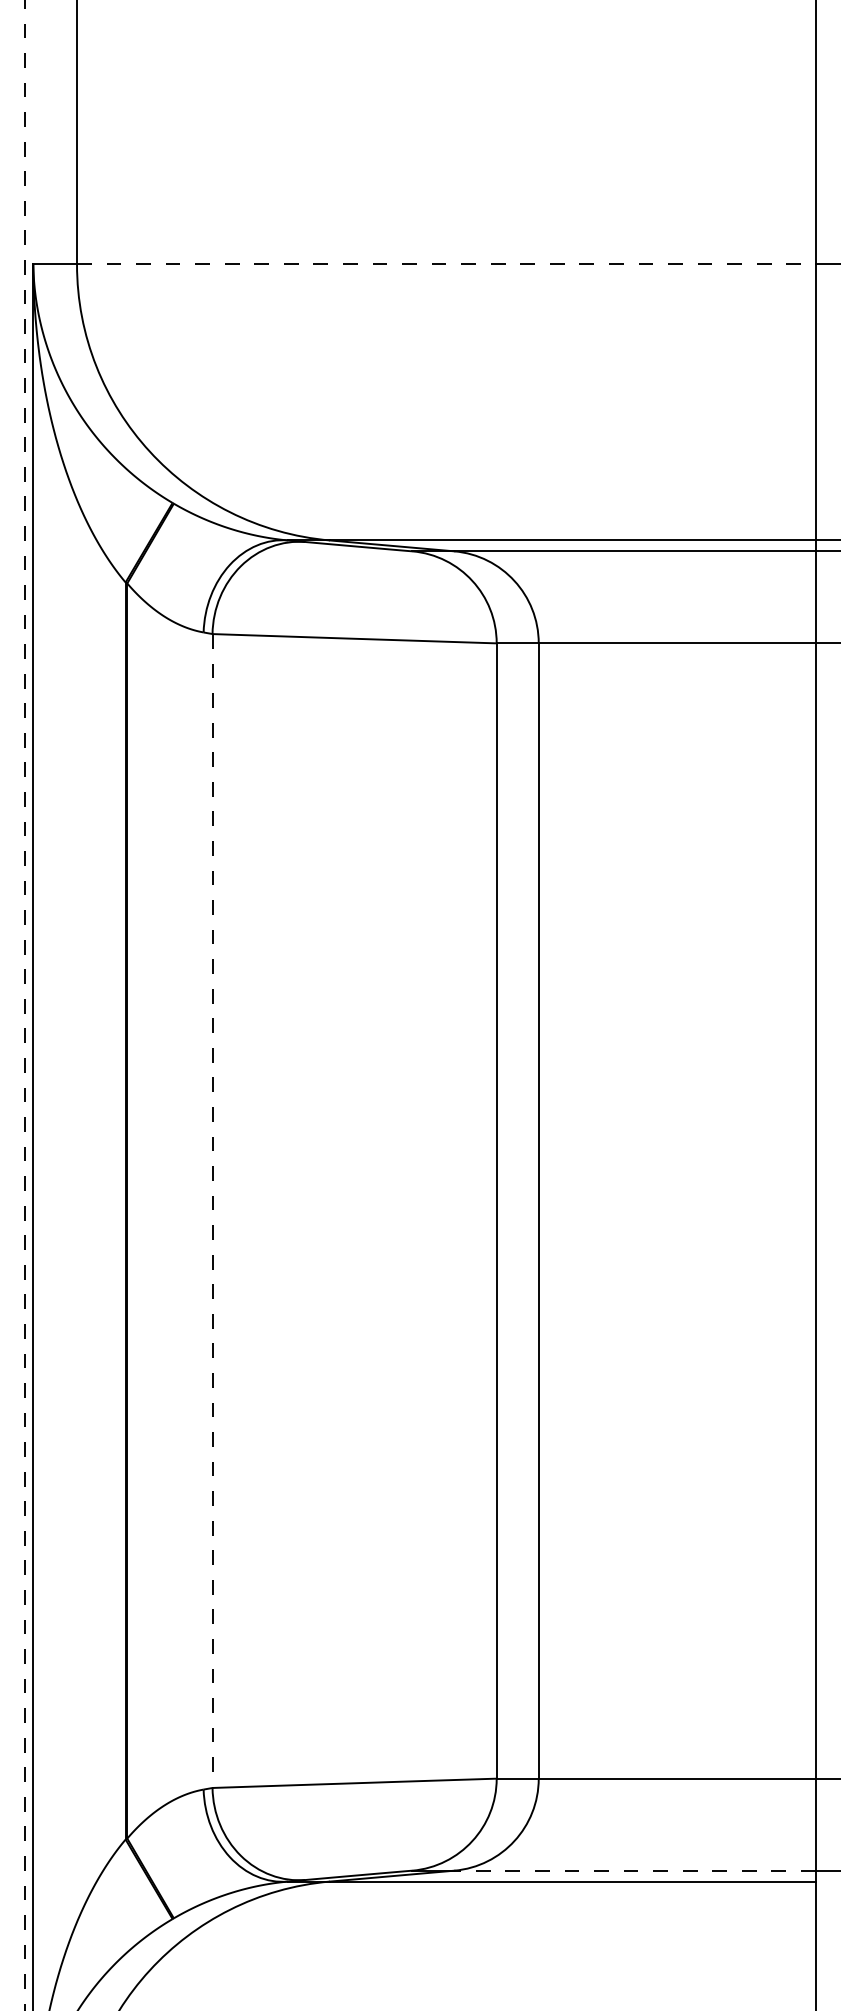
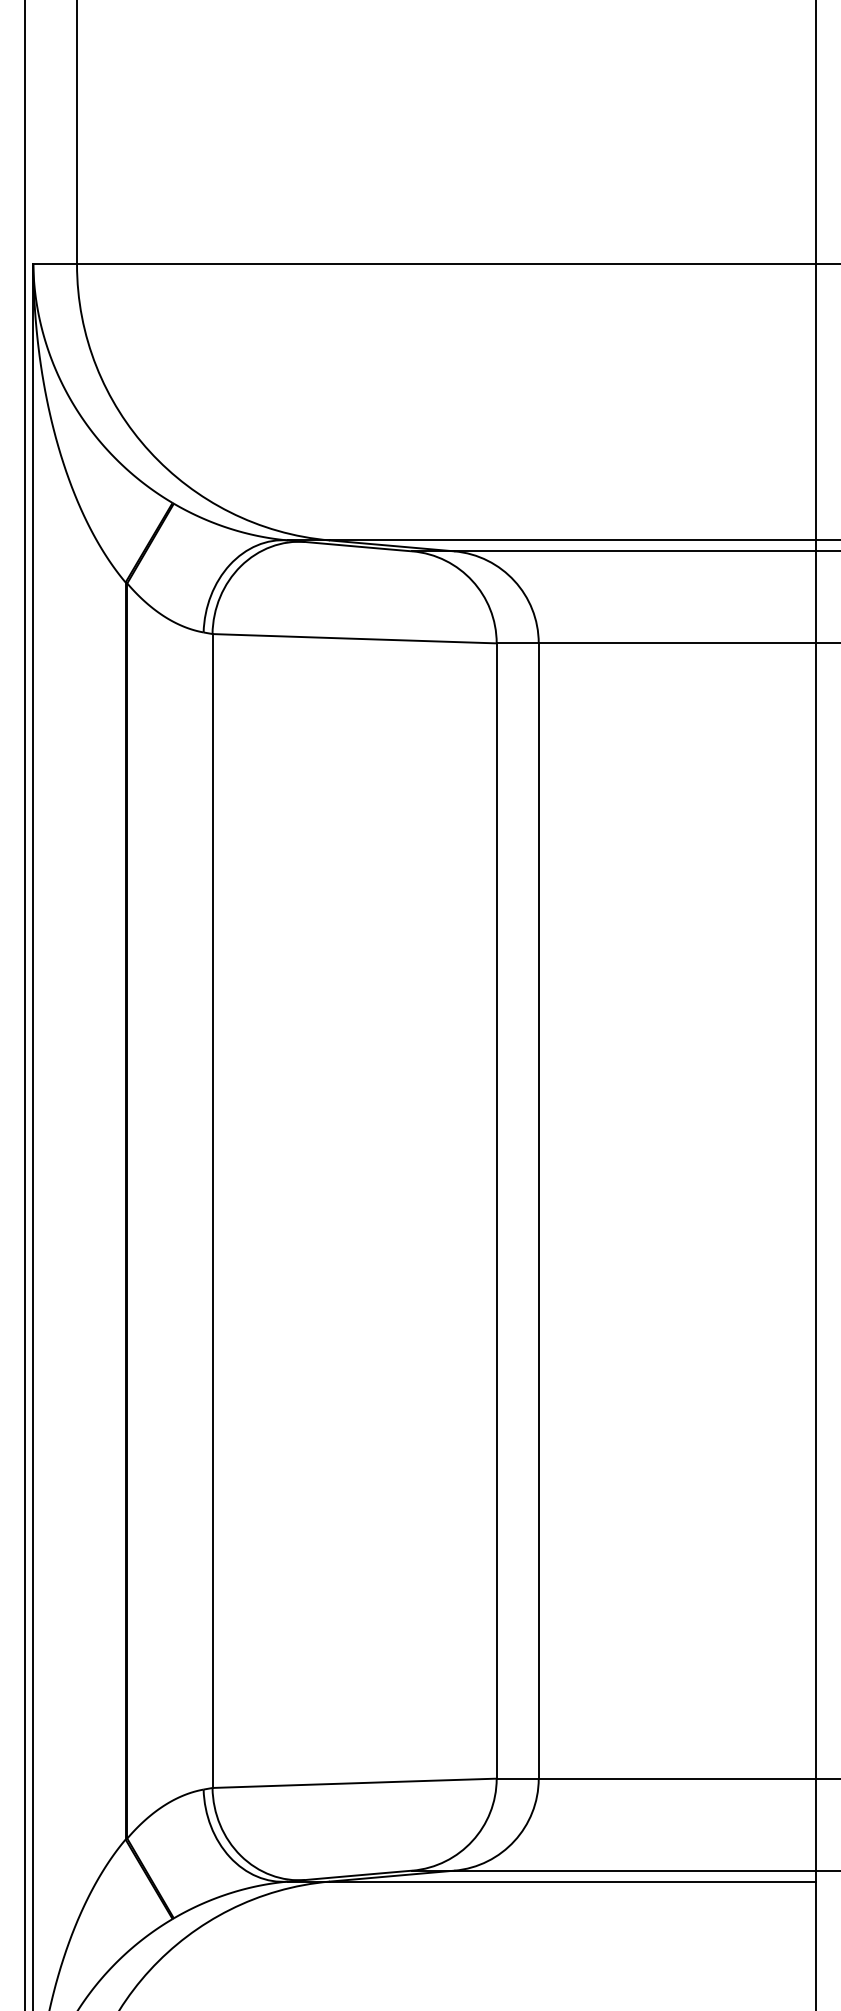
line at (446, 264): dashed -> solid
line at (25, 1005): dashed -> solid
line at (212, 1211): dashed -> solid
line at (635, 1870): dashed -> solid
